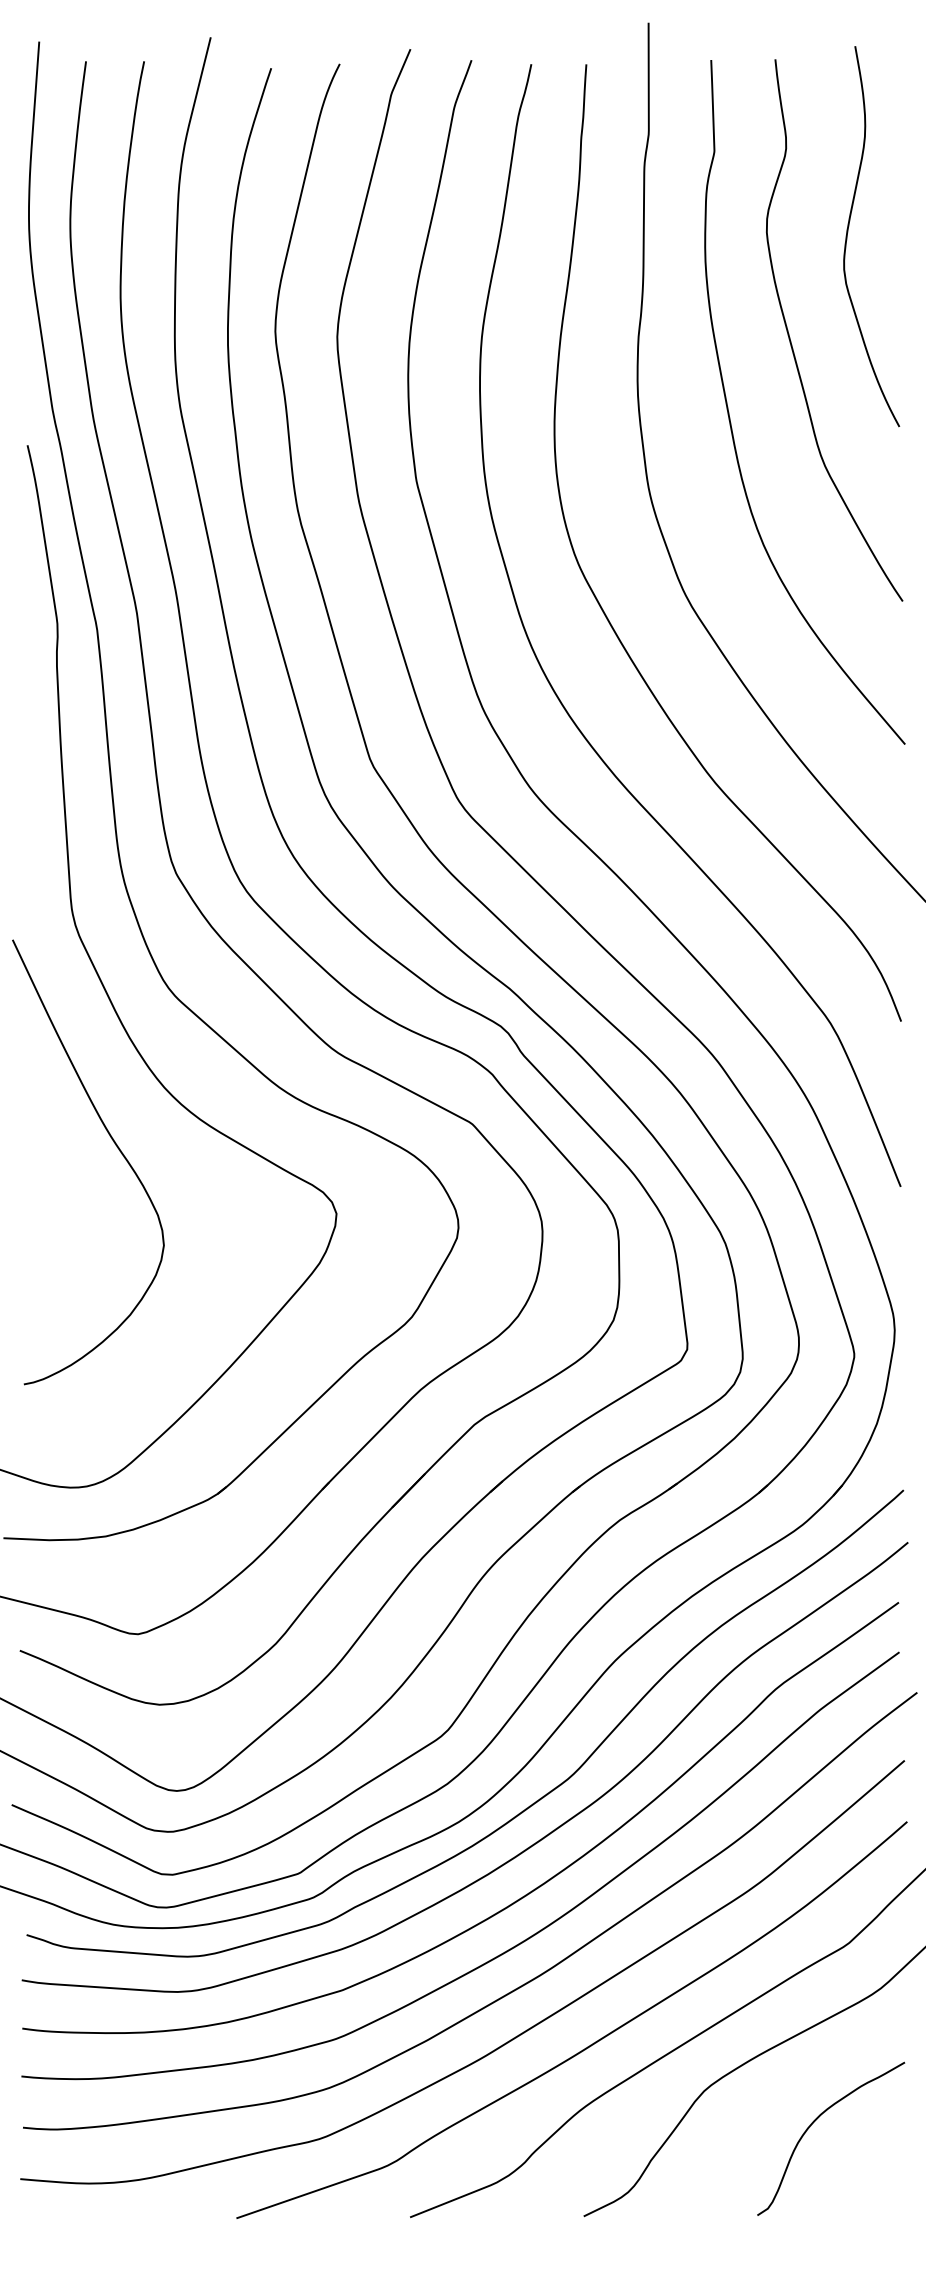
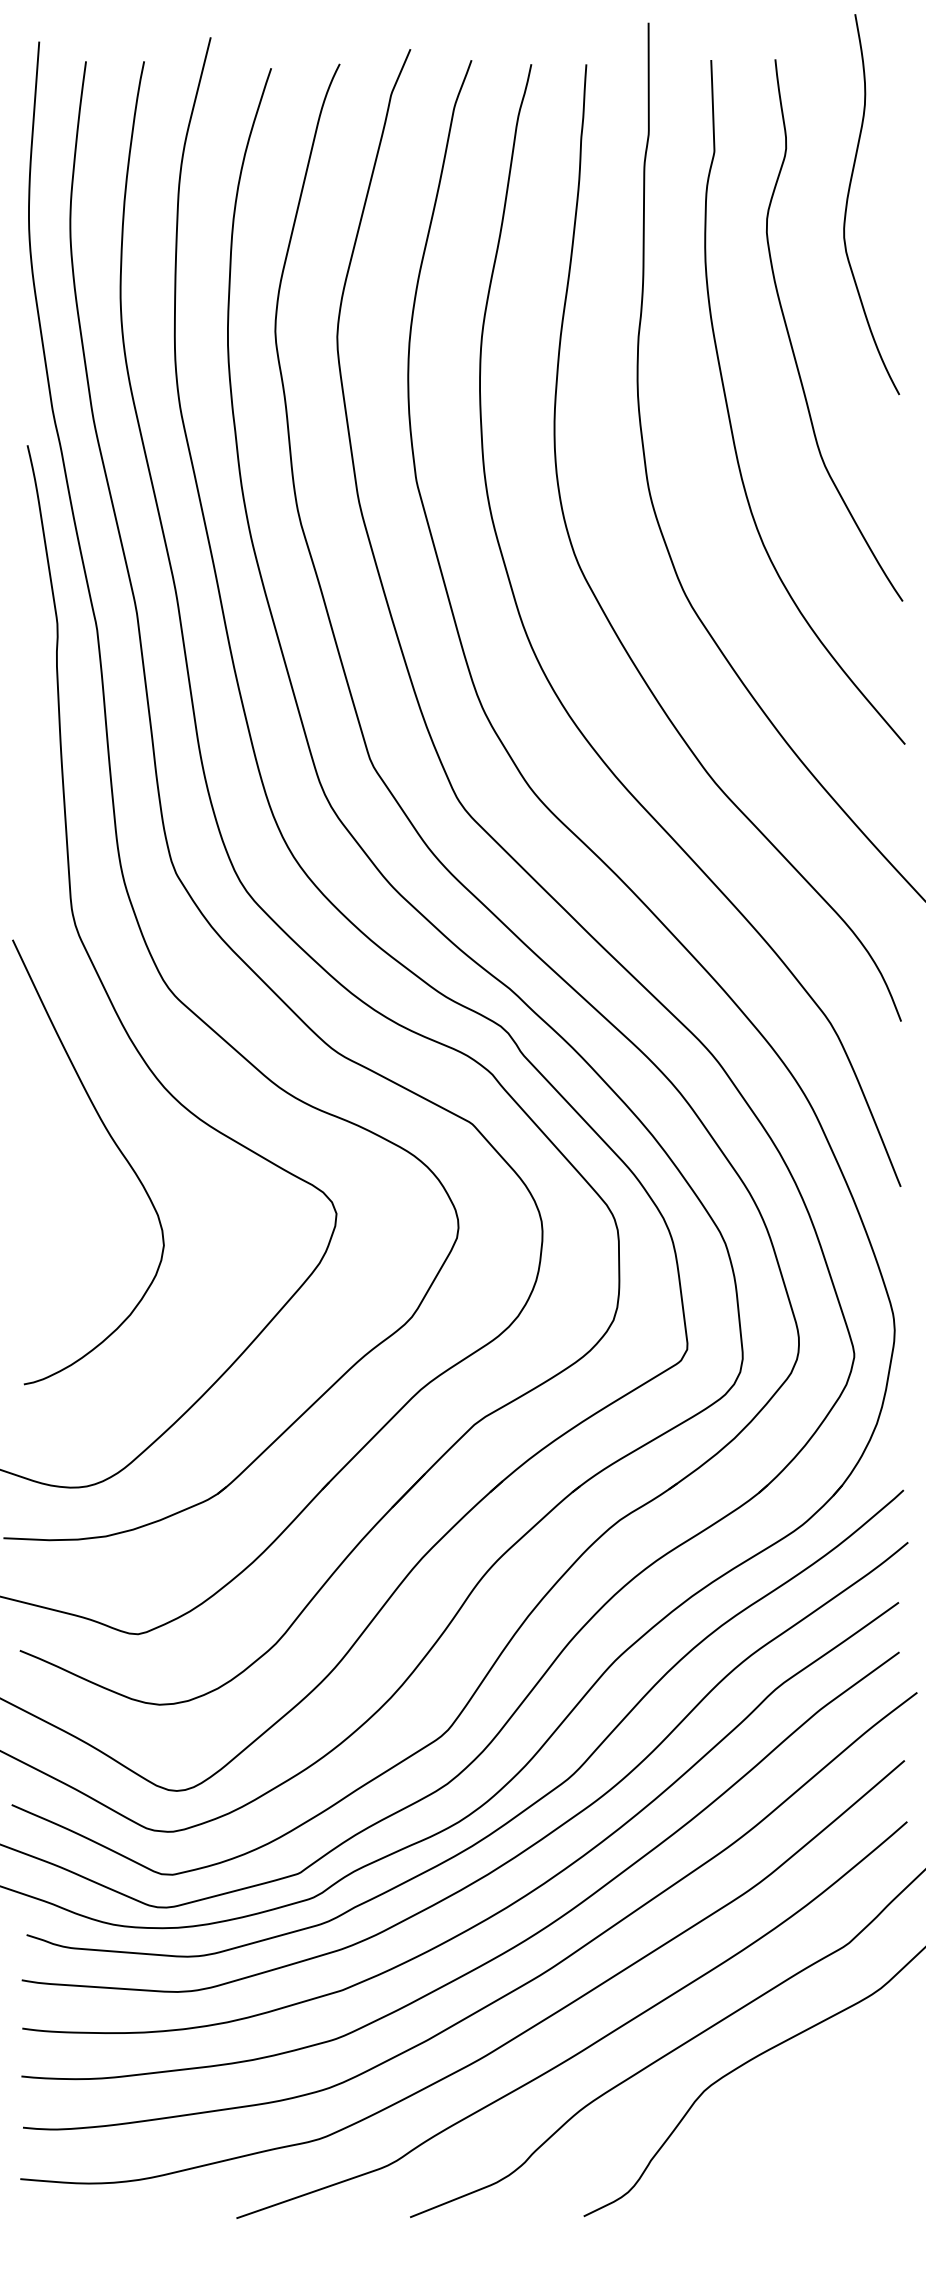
curve at (848, 232) position: (848, 232) -> (848, 200)
curve at (815, 2121): present -> none
